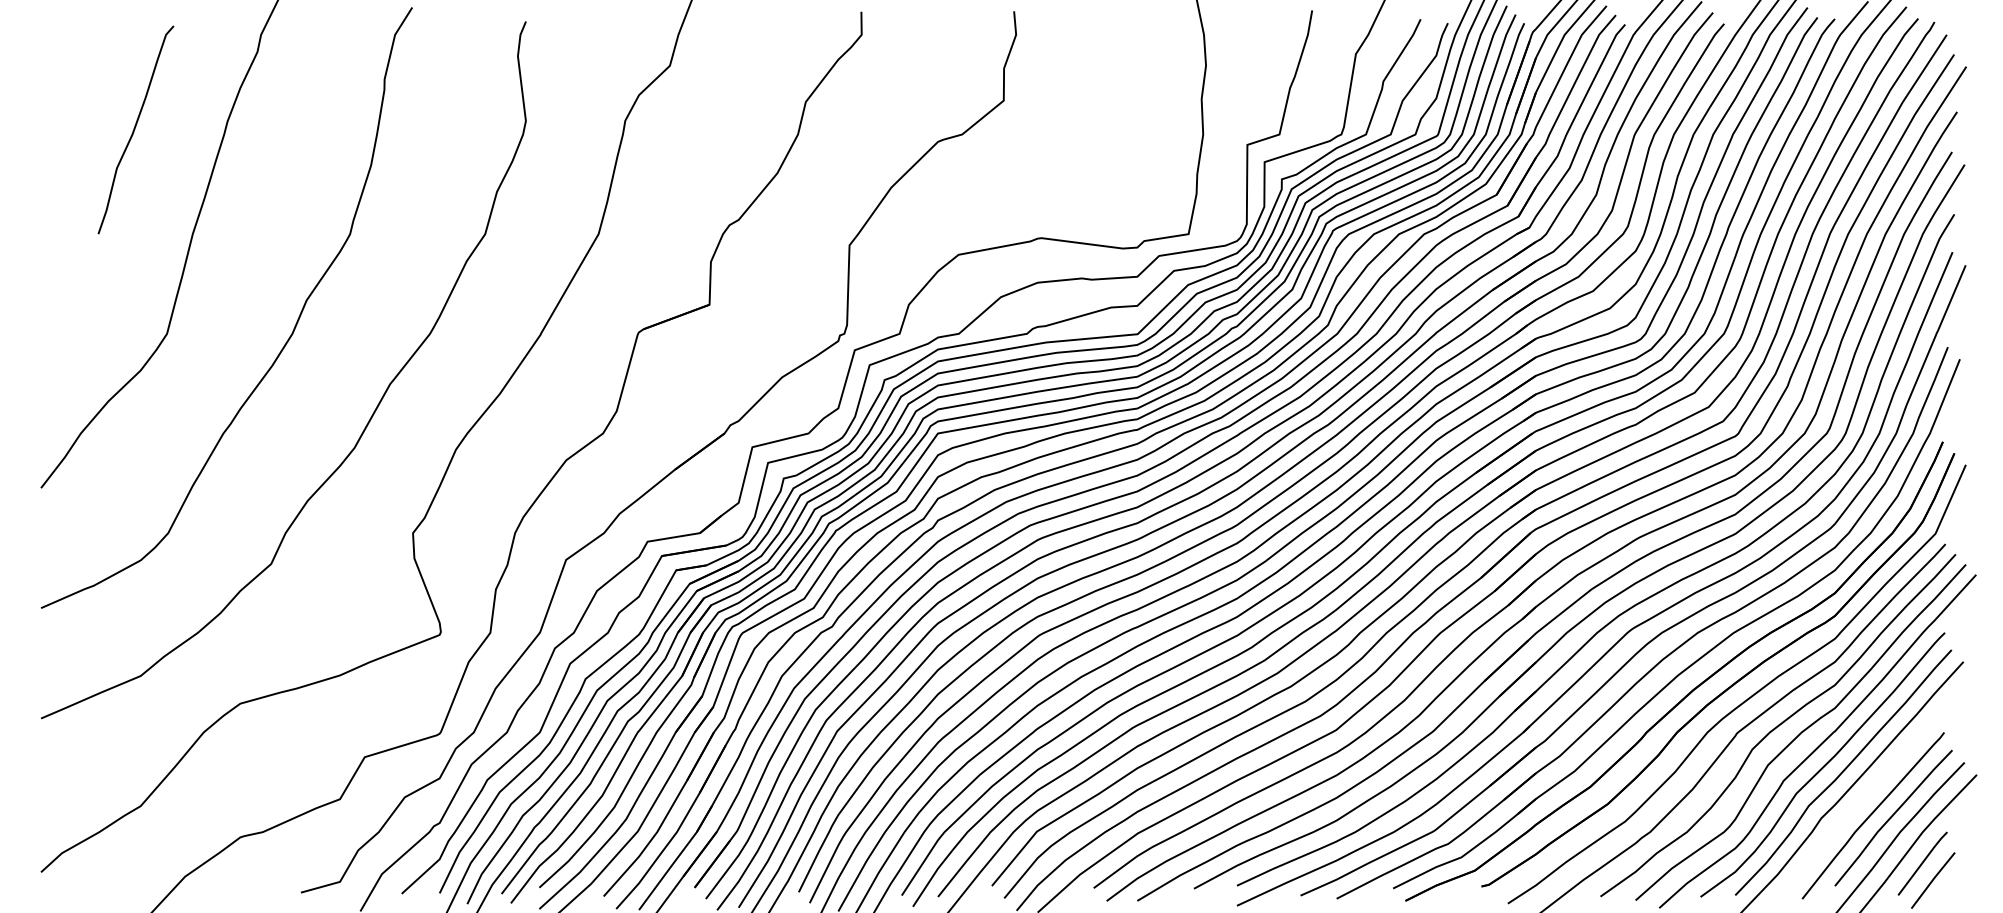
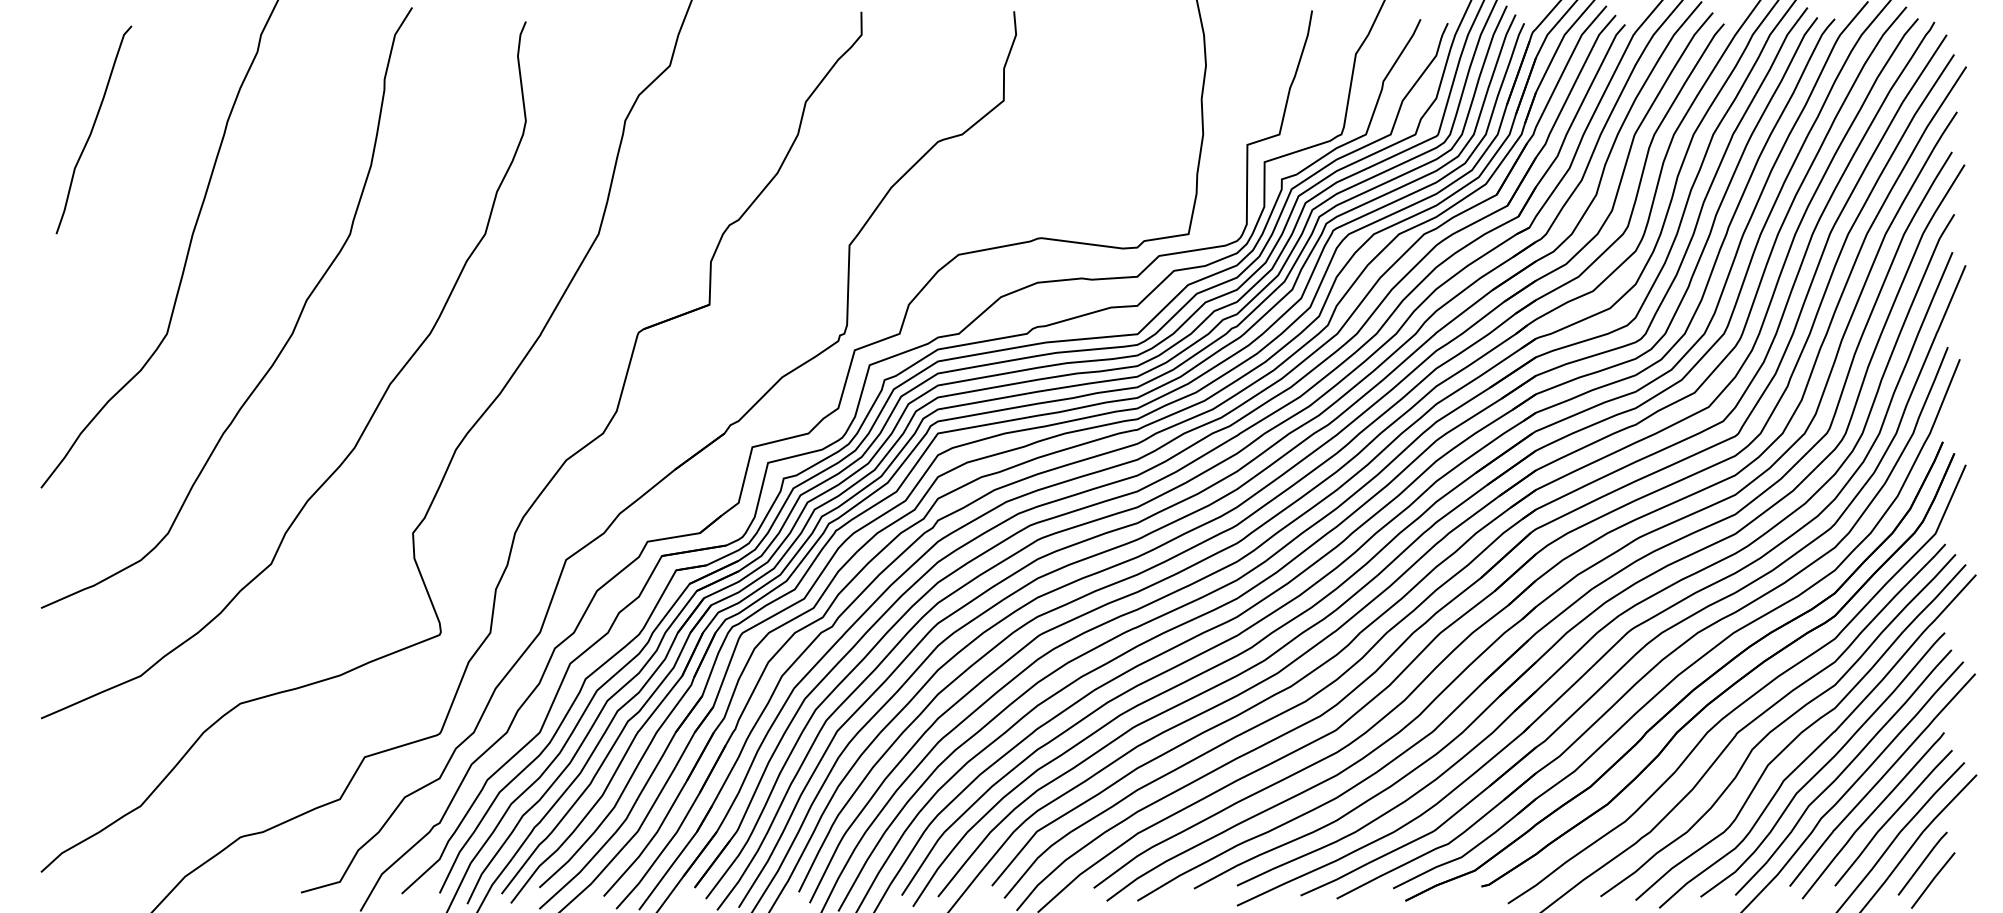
curve at (135, 129) position: (135, 129) -> (93, 129)
curve at (1882, 778): none -> present
